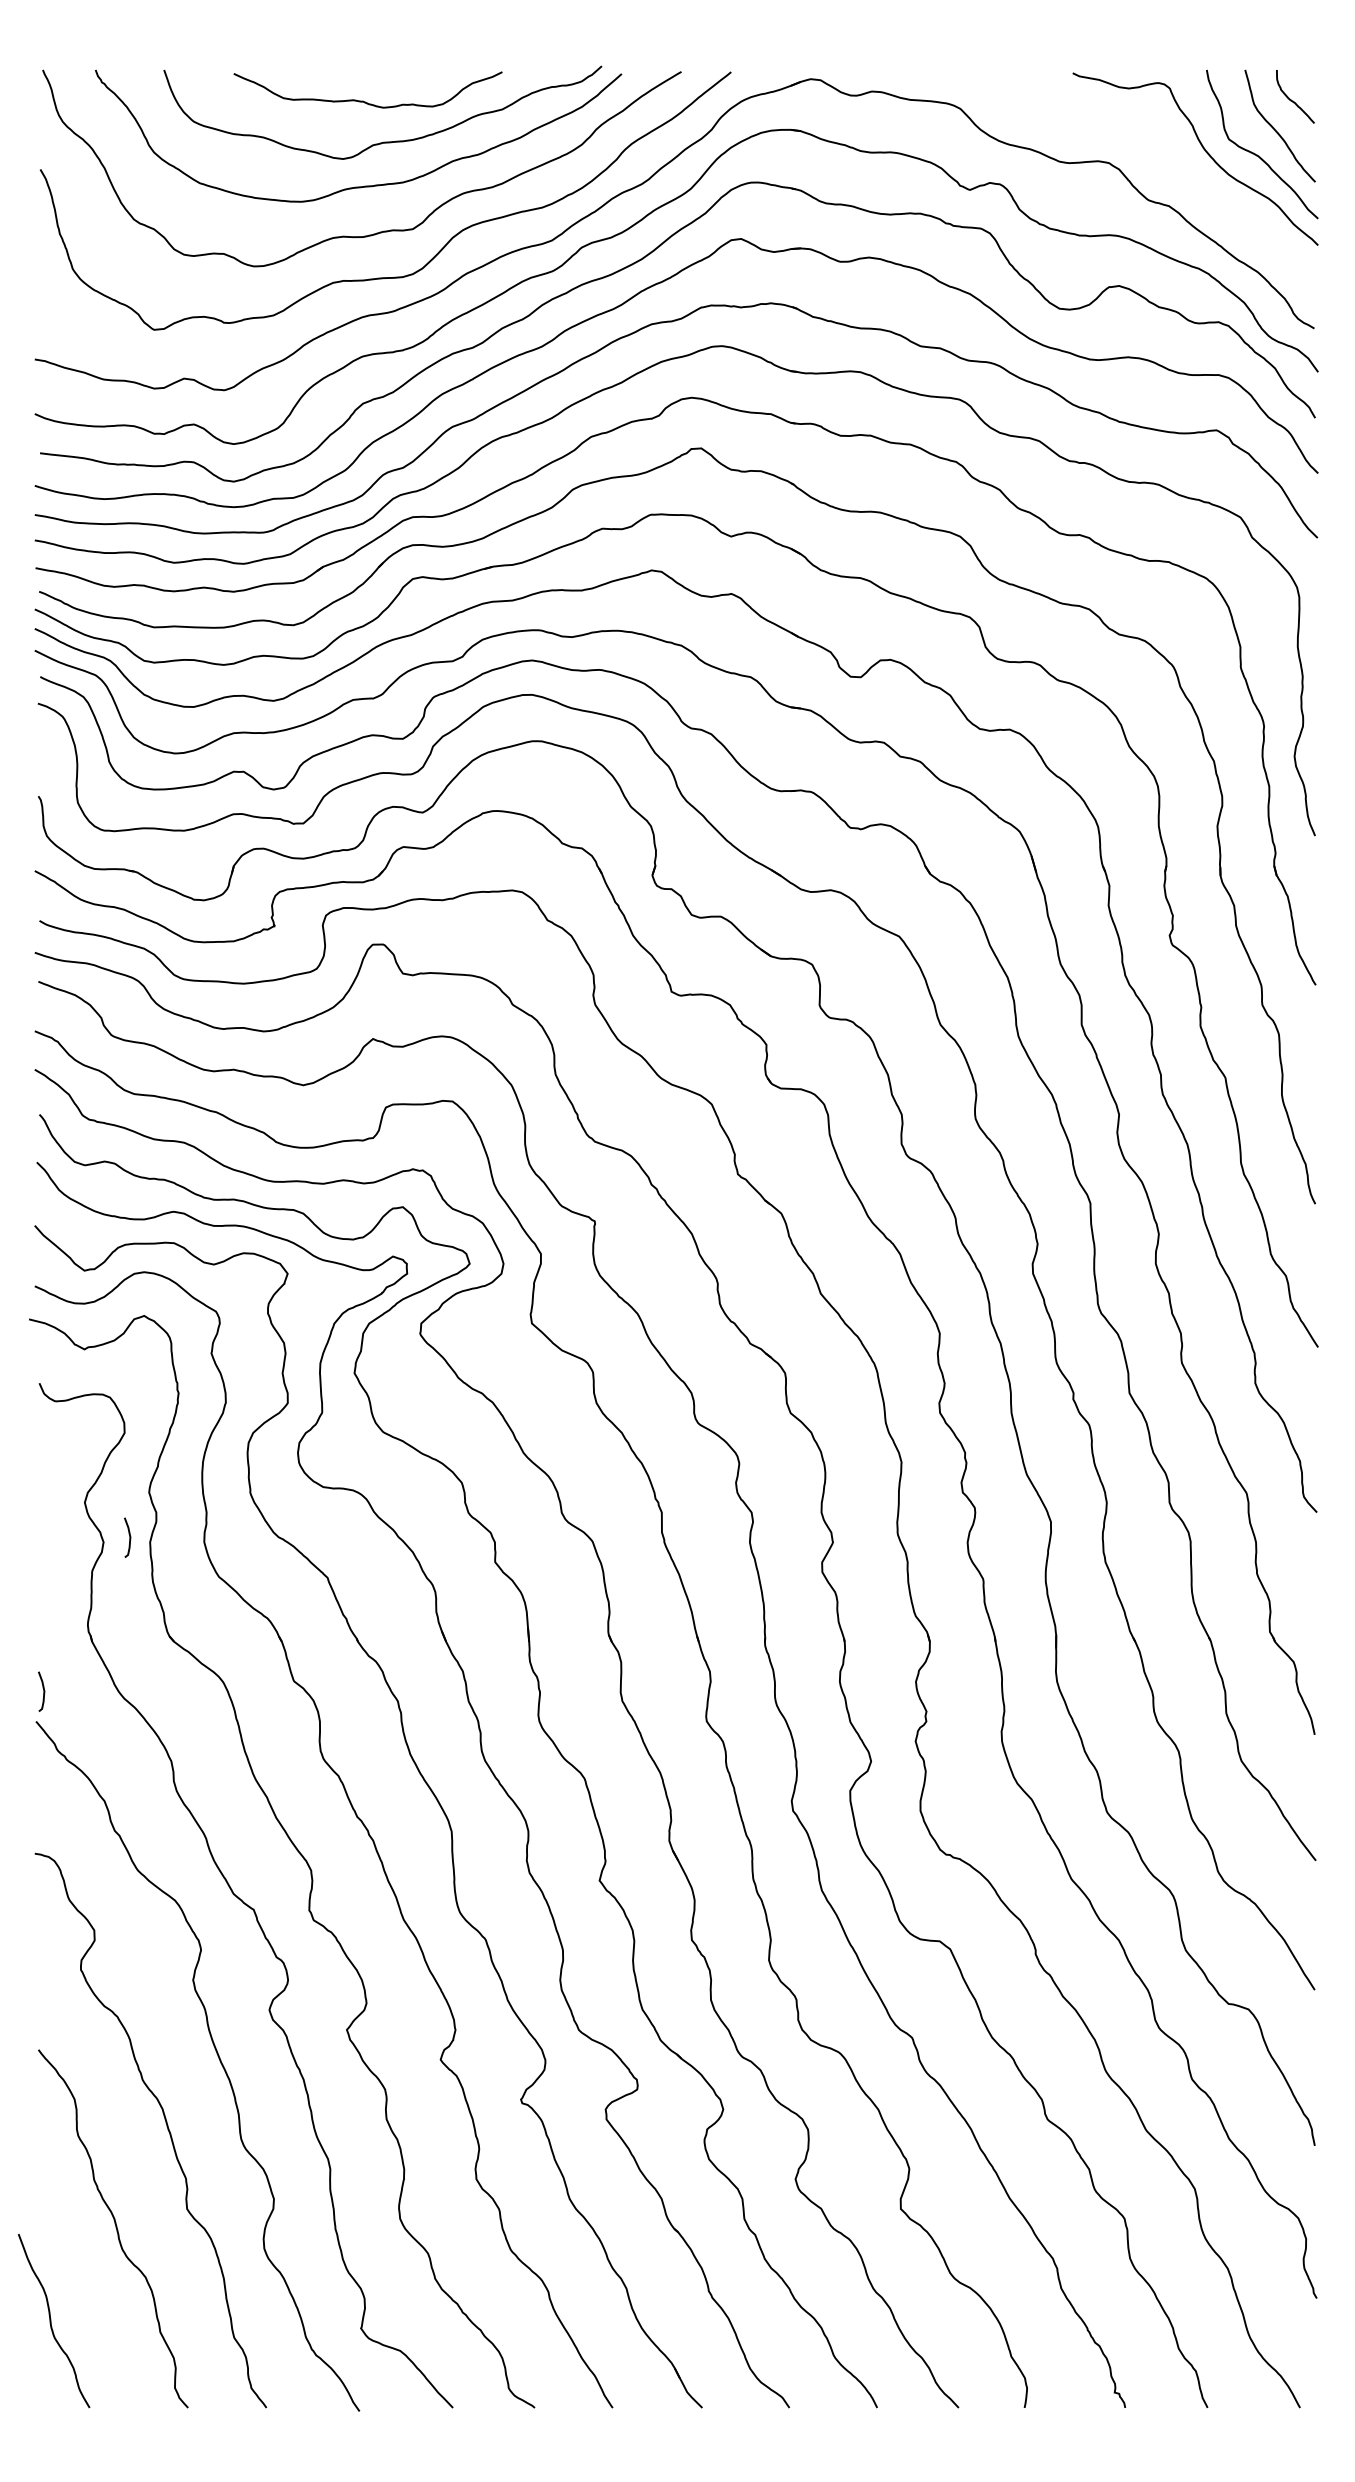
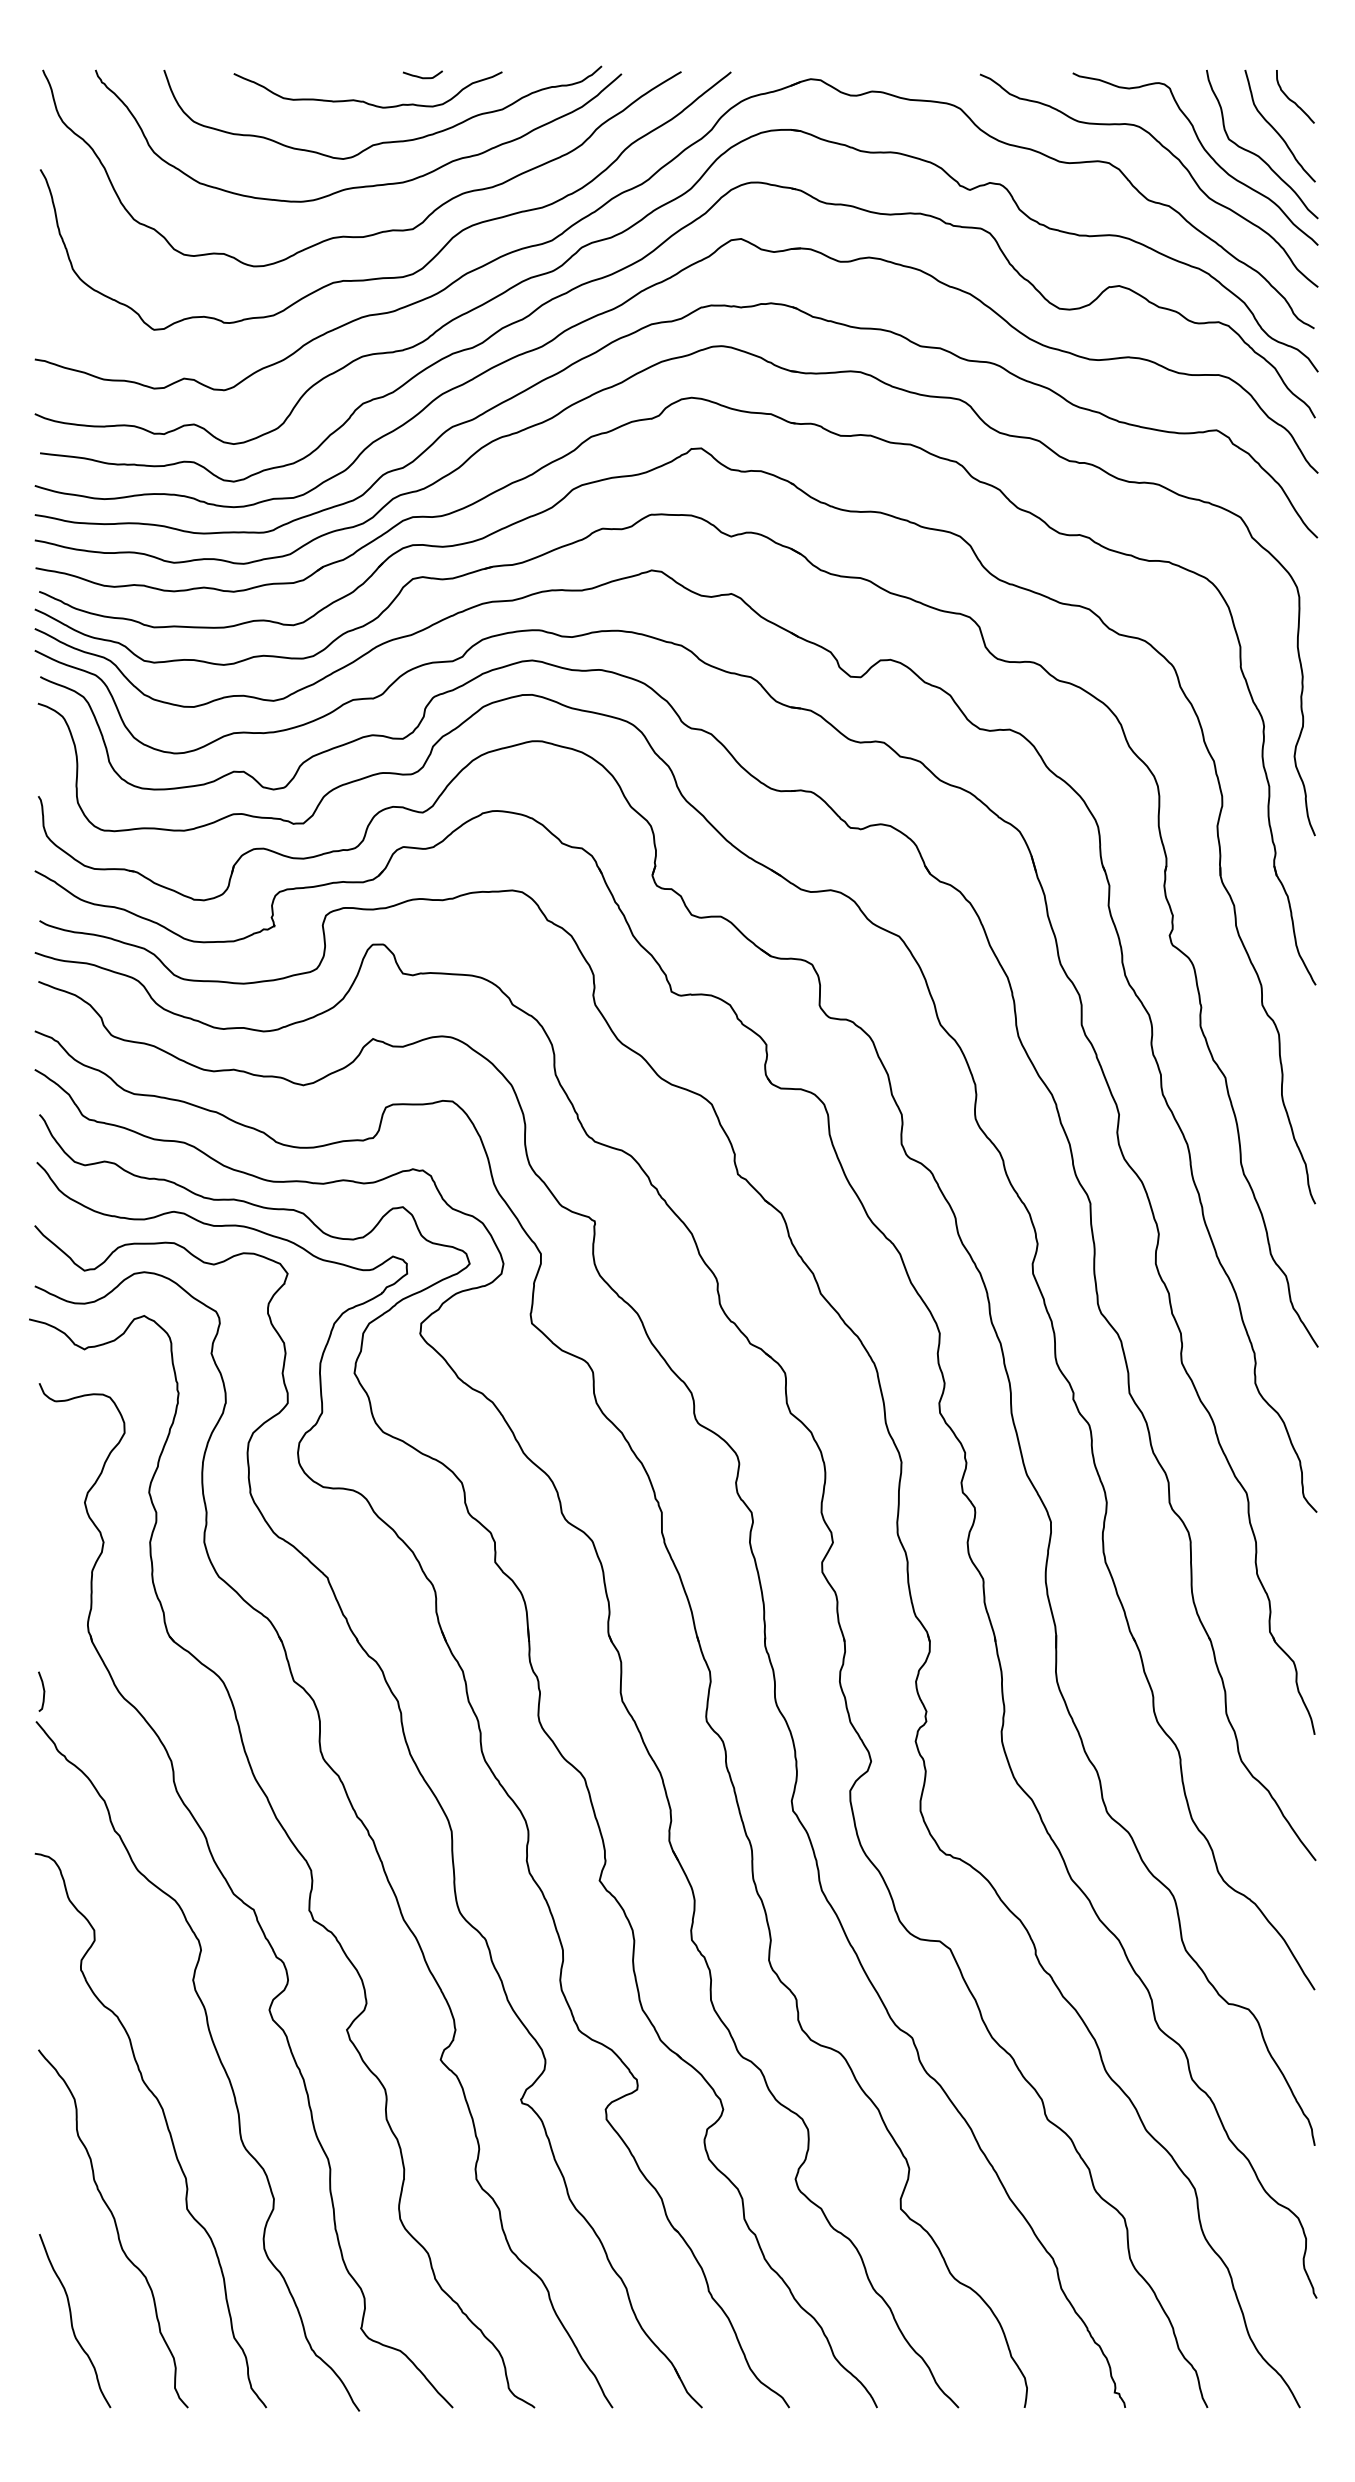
curve at (421, 76): none -> present
curve at (1172, 155): none -> present
curve at (129, 1537): present -> none
curve at (51, 2321) position: (51, 2321) -> (72, 2321)
